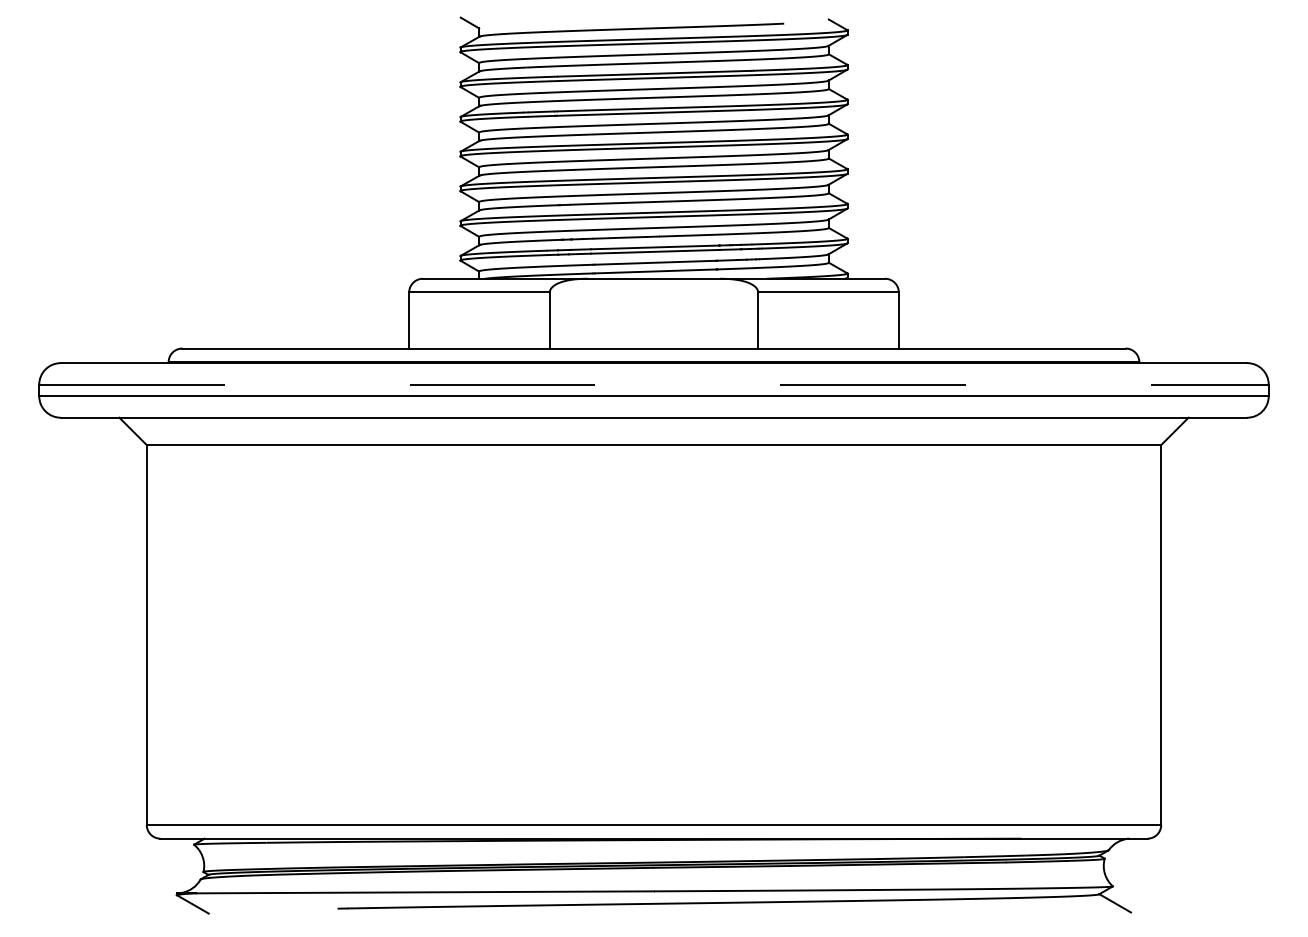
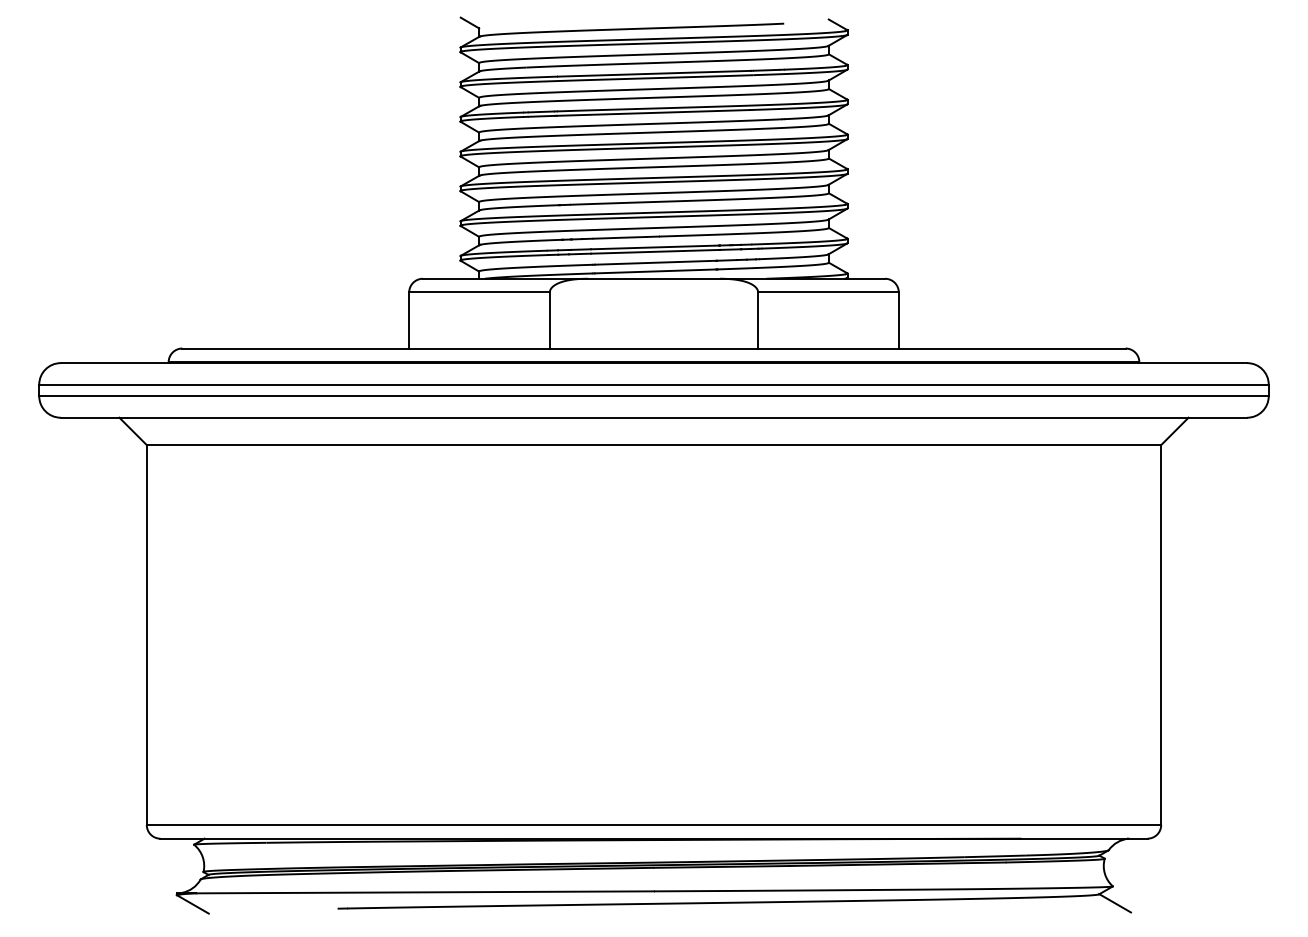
line at (653, 384): dashed -> solid
